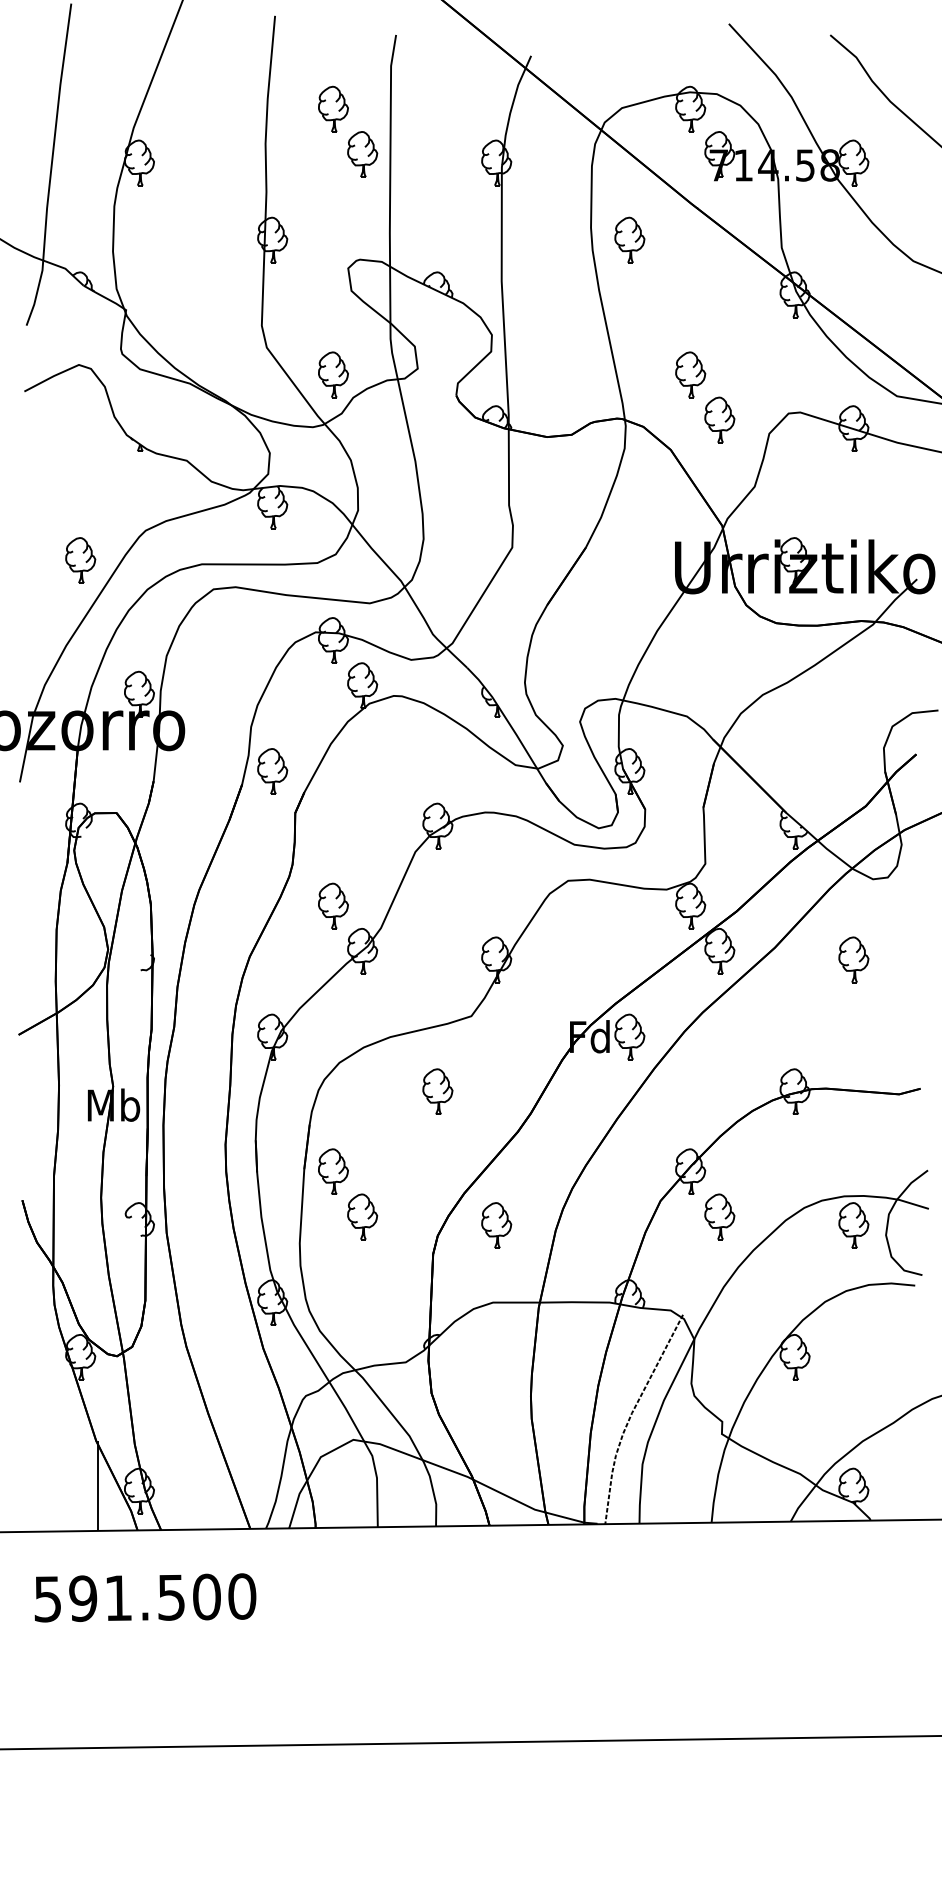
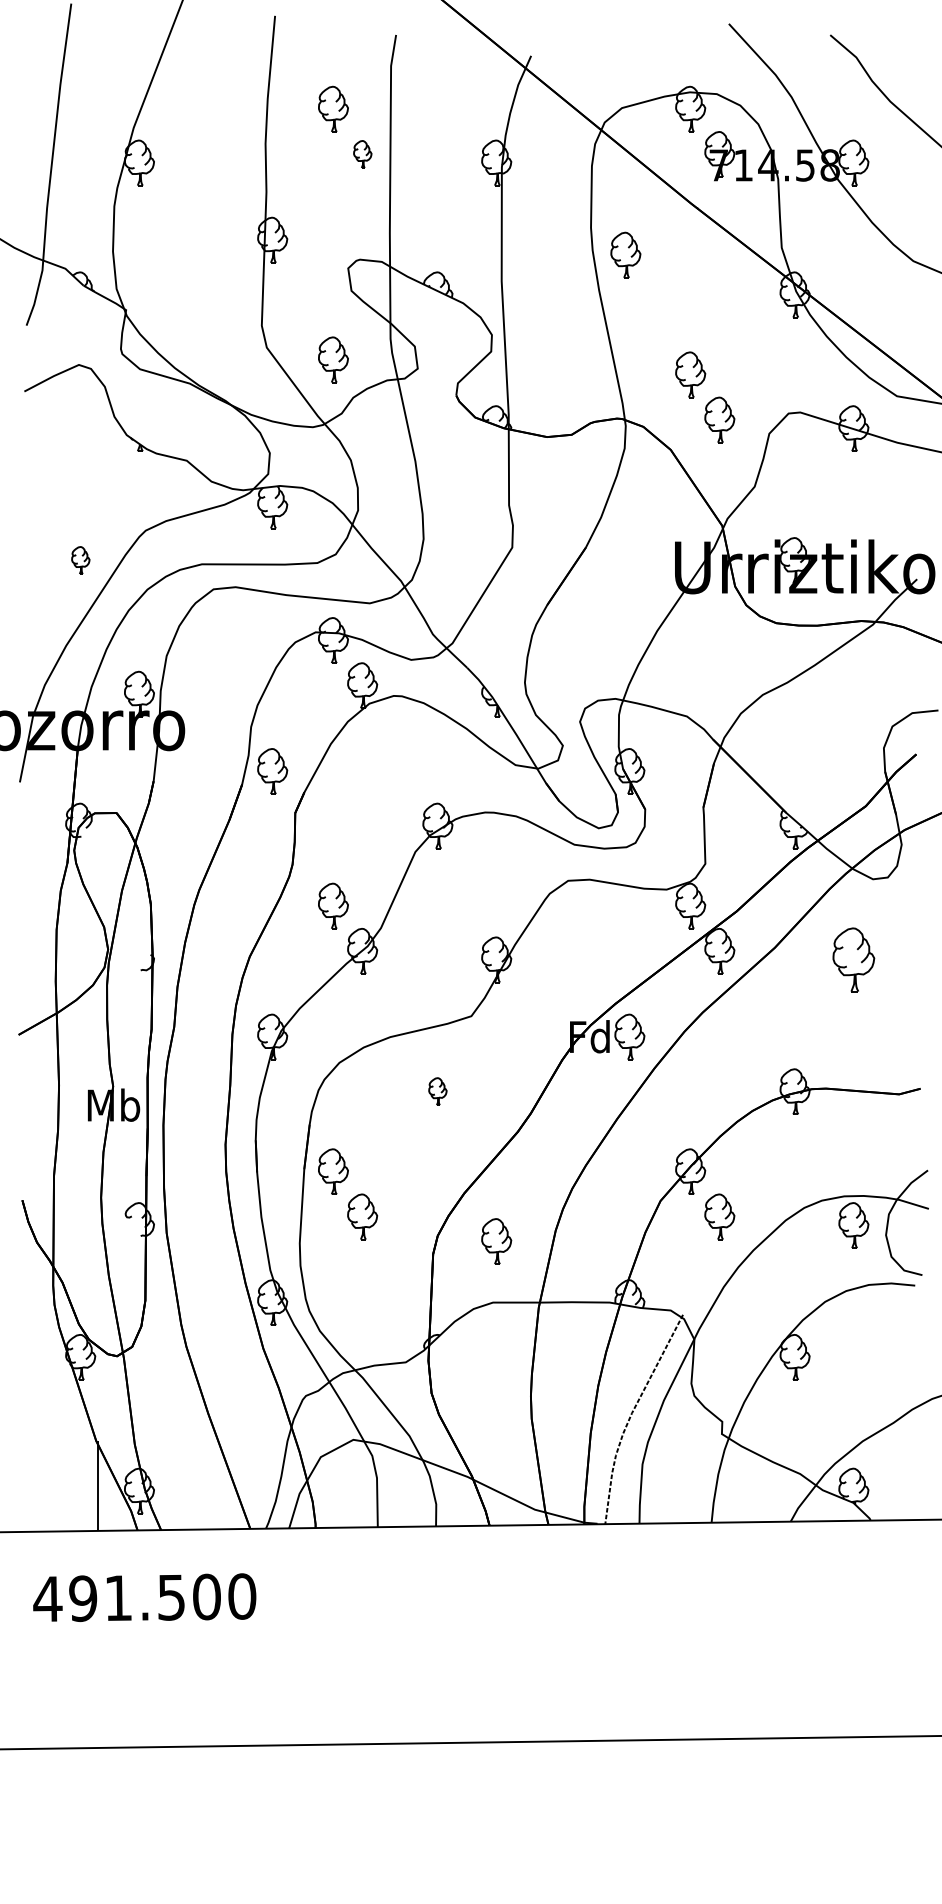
part at (362, 154) size: 32x47 px -> 20x29 px
part at (629, 239) position: (629, 239) -> (625, 254)
part at (333, 374) position: (333, 374) -> (333, 359)
part at (80, 560) size: 32x47 px -> 20x29 px
part at (853, 959) size: 32x48 px -> 44x66 px
part at (437, 1091) size: 32x47 px -> 20x29 px
part at (496, 1225) position: (496, 1225) -> (496, 1241)
text at (47, 1599): 591.500 -> 491.500
